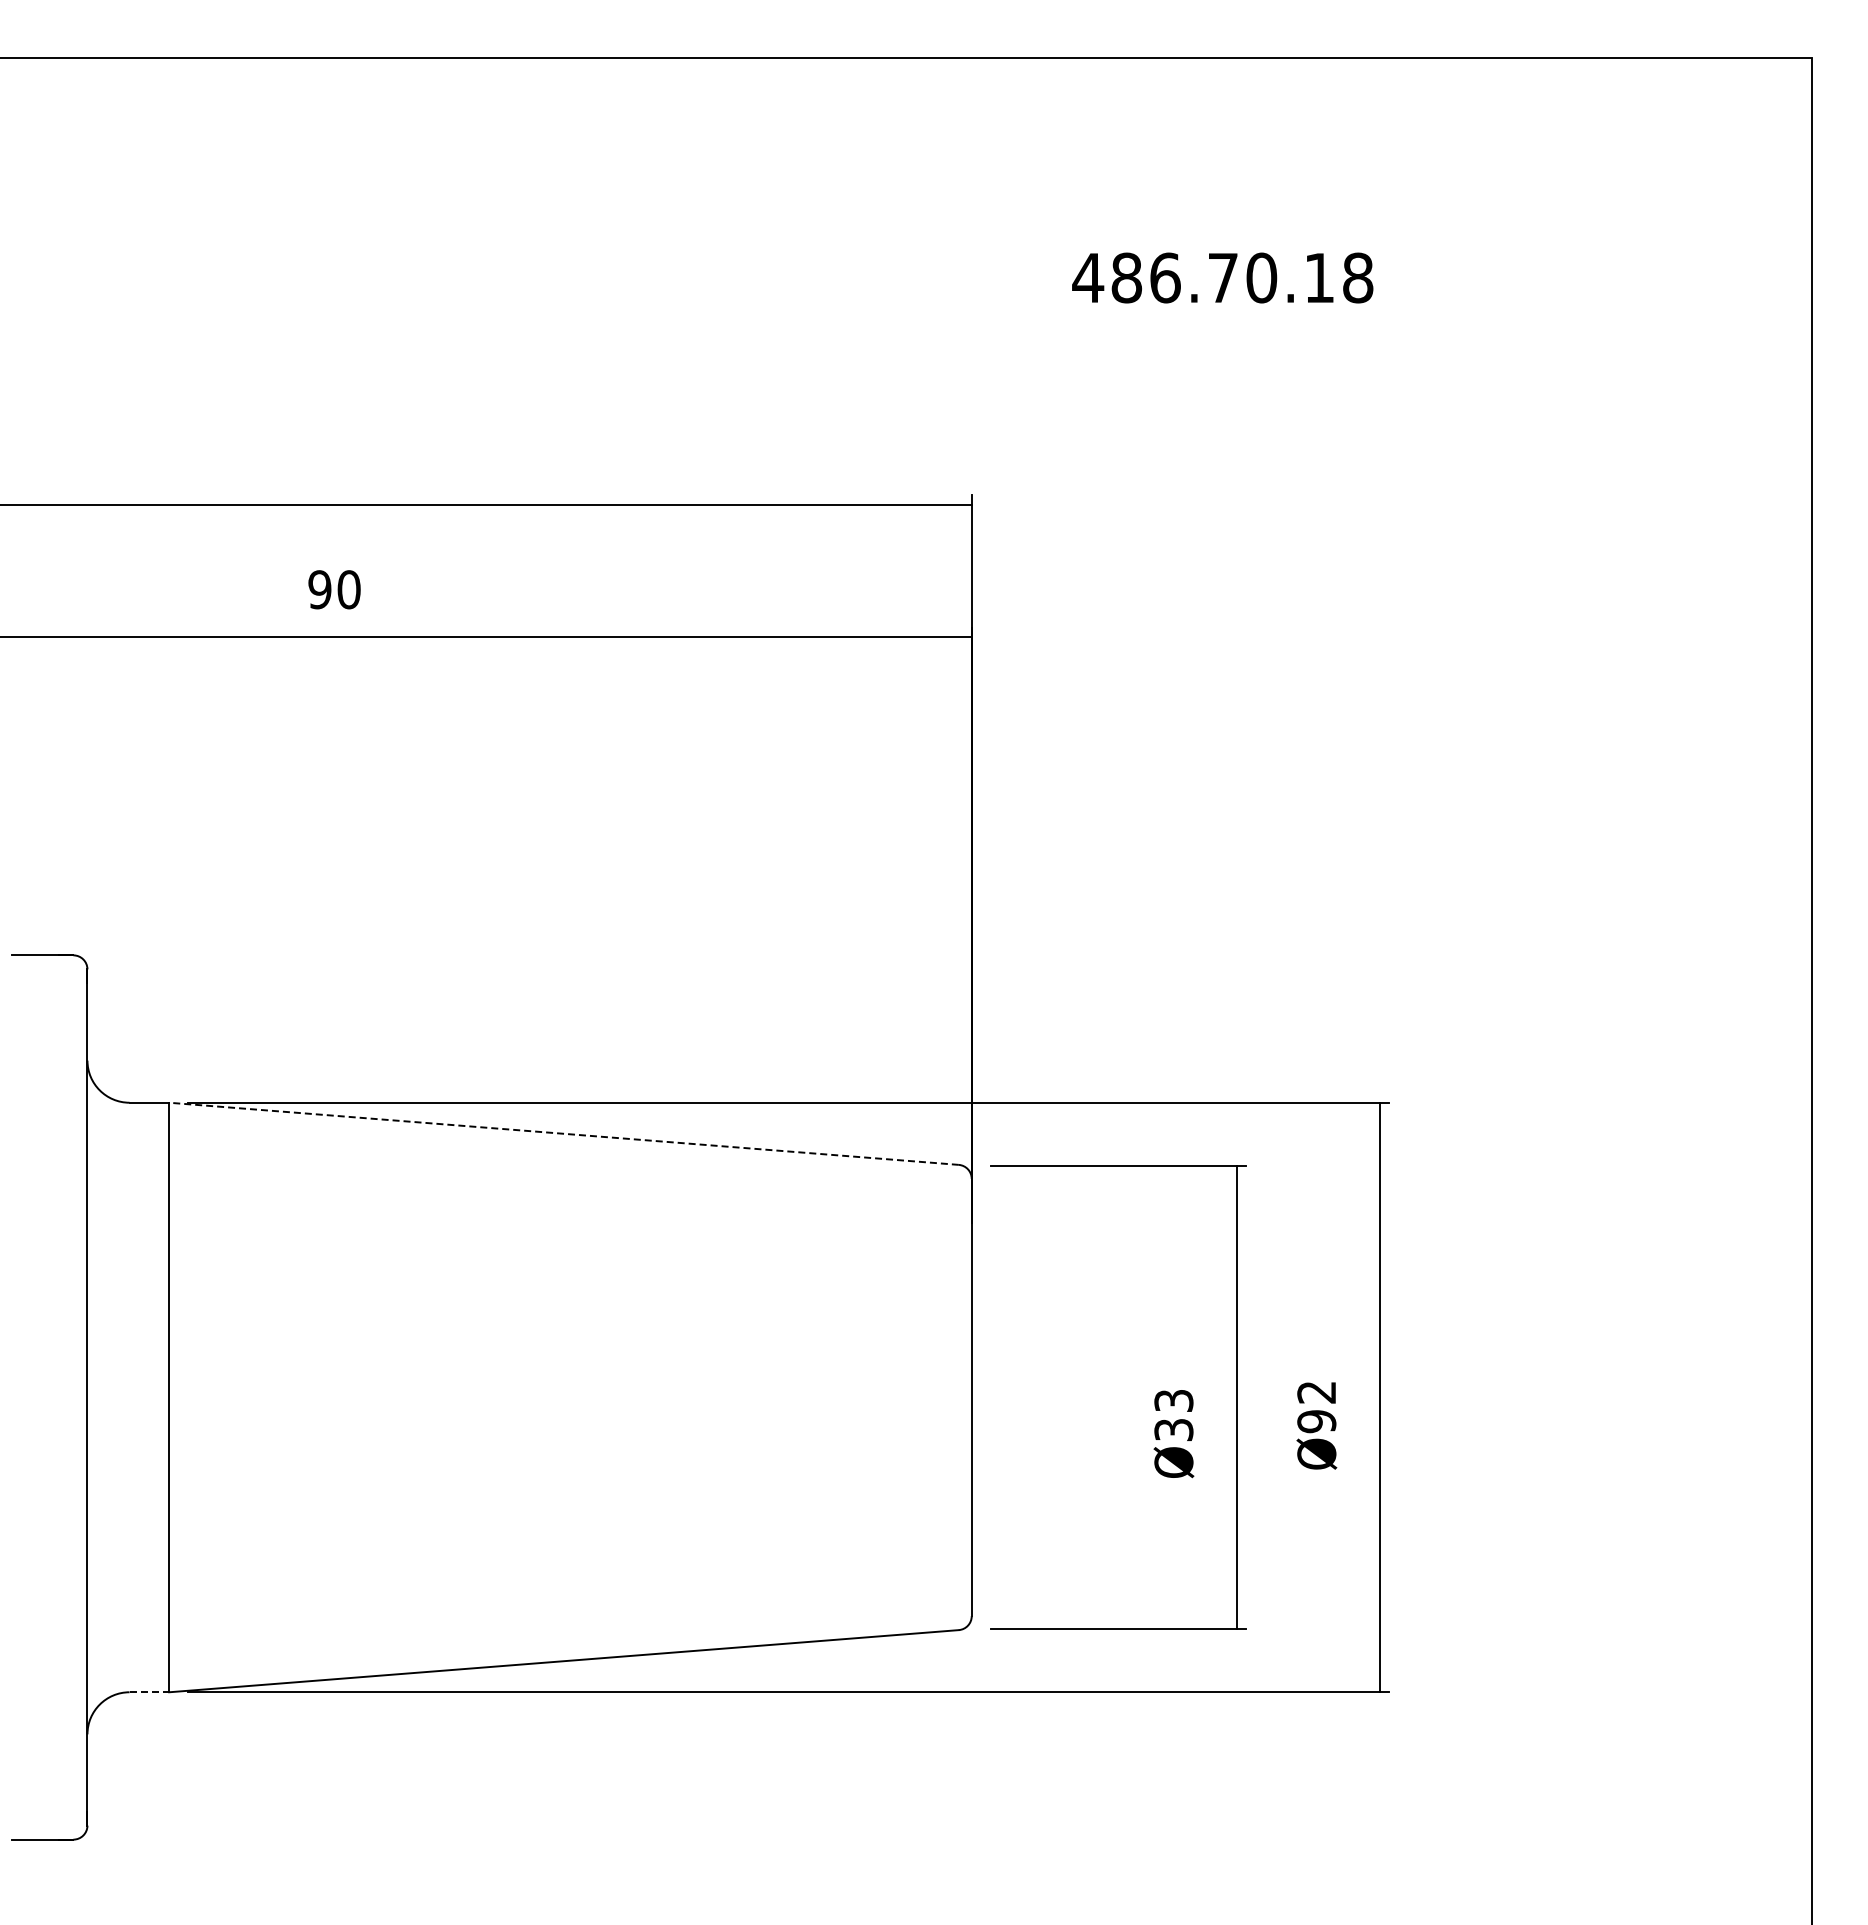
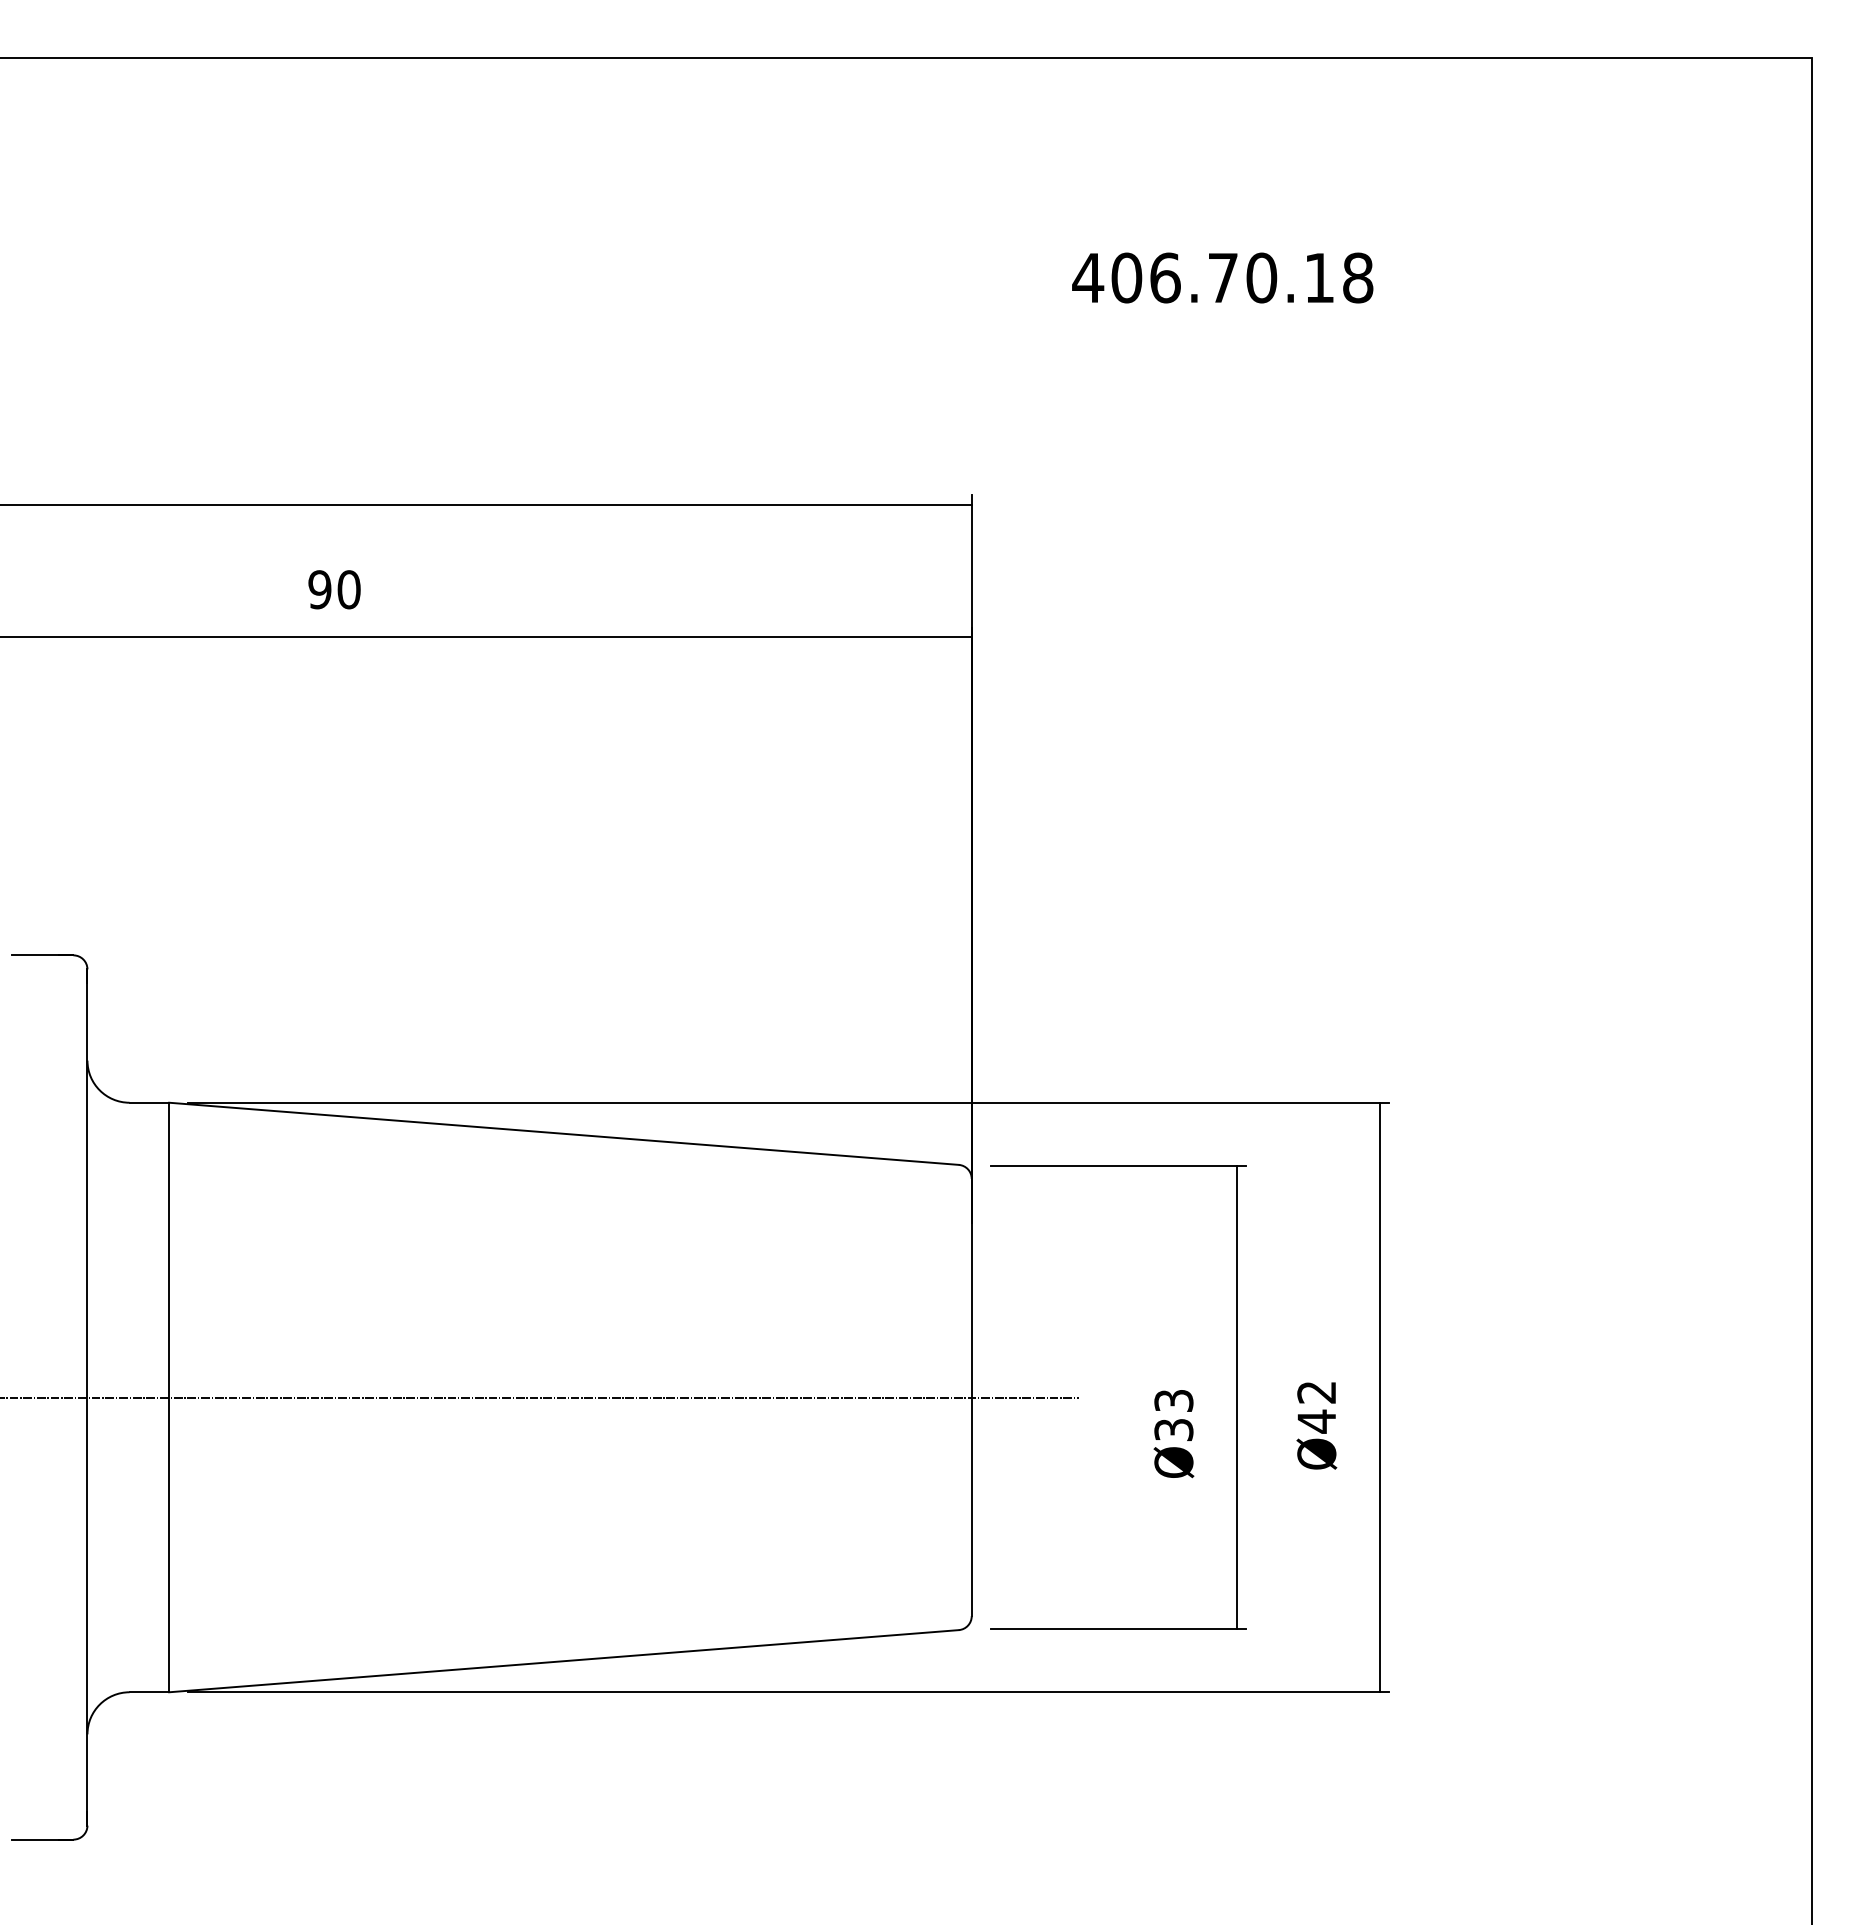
text at (1126, 277): 486.70.18 -> 406.70.18
line at (563, 1133): dashed -> solid
line at (540, 1397): none -> present
text at (1316, 1421): Ø92 -> Ø42
line at (149, 1692): dashed -> solid
